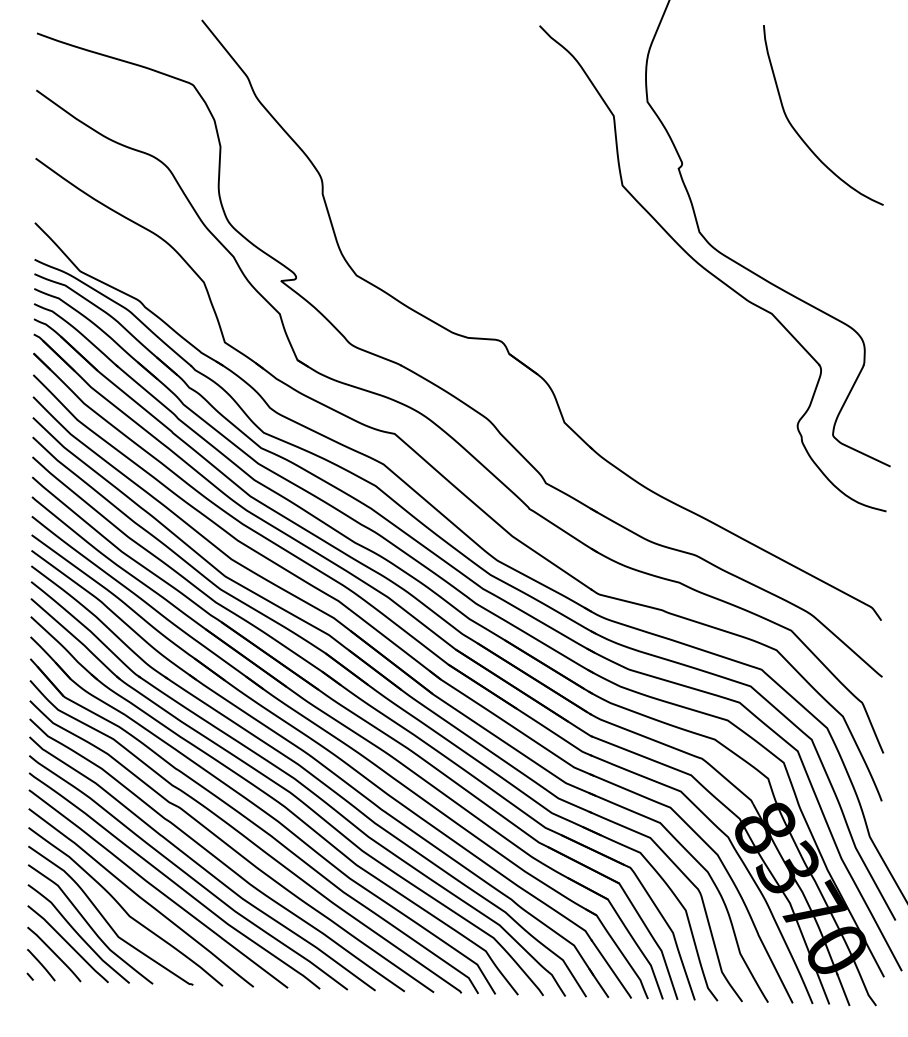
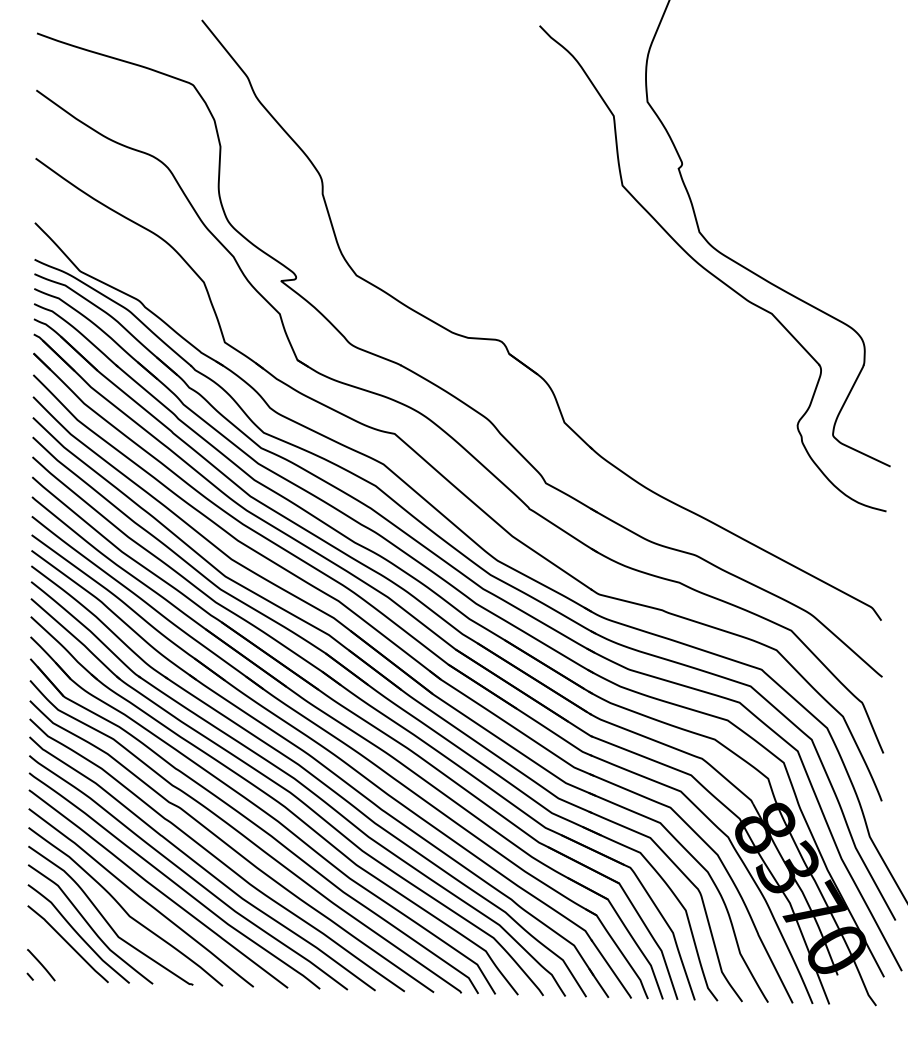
curve at (800, 135): present -> none
line at (54, 954): present -> none
line at (843, 989): present -> none
